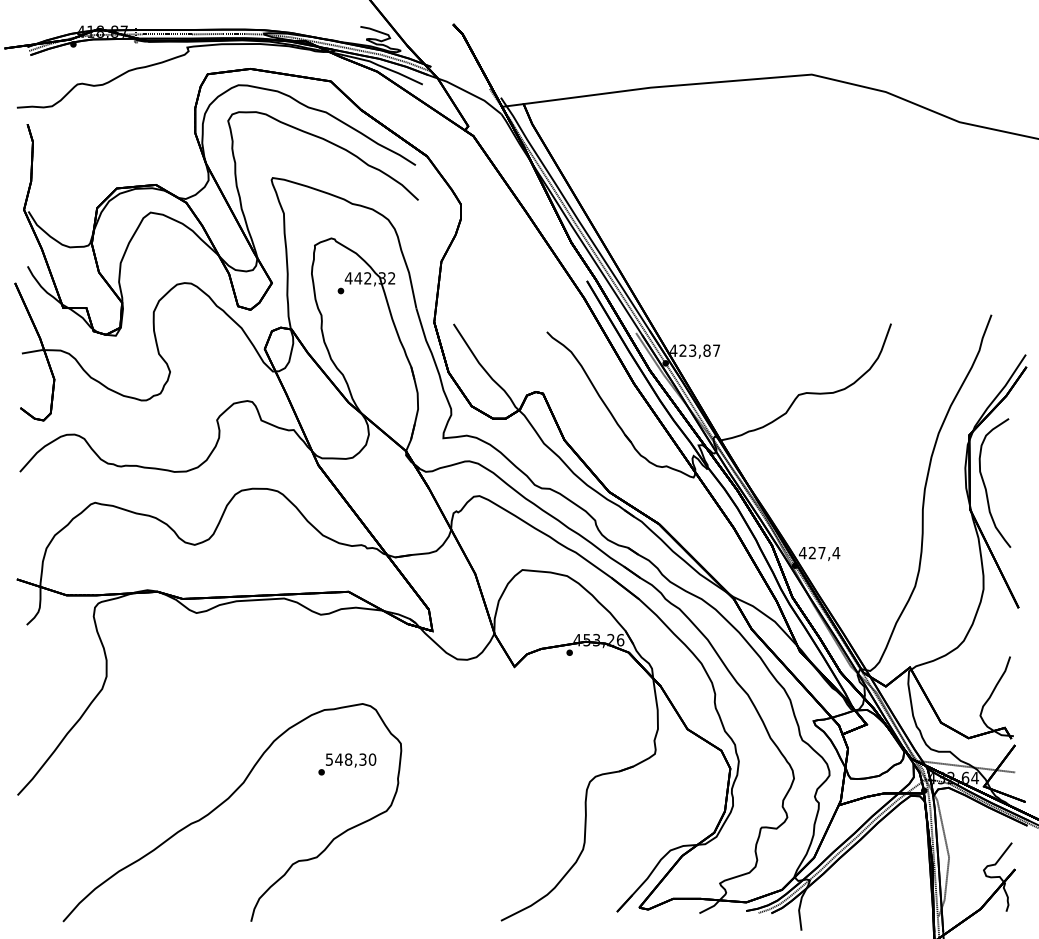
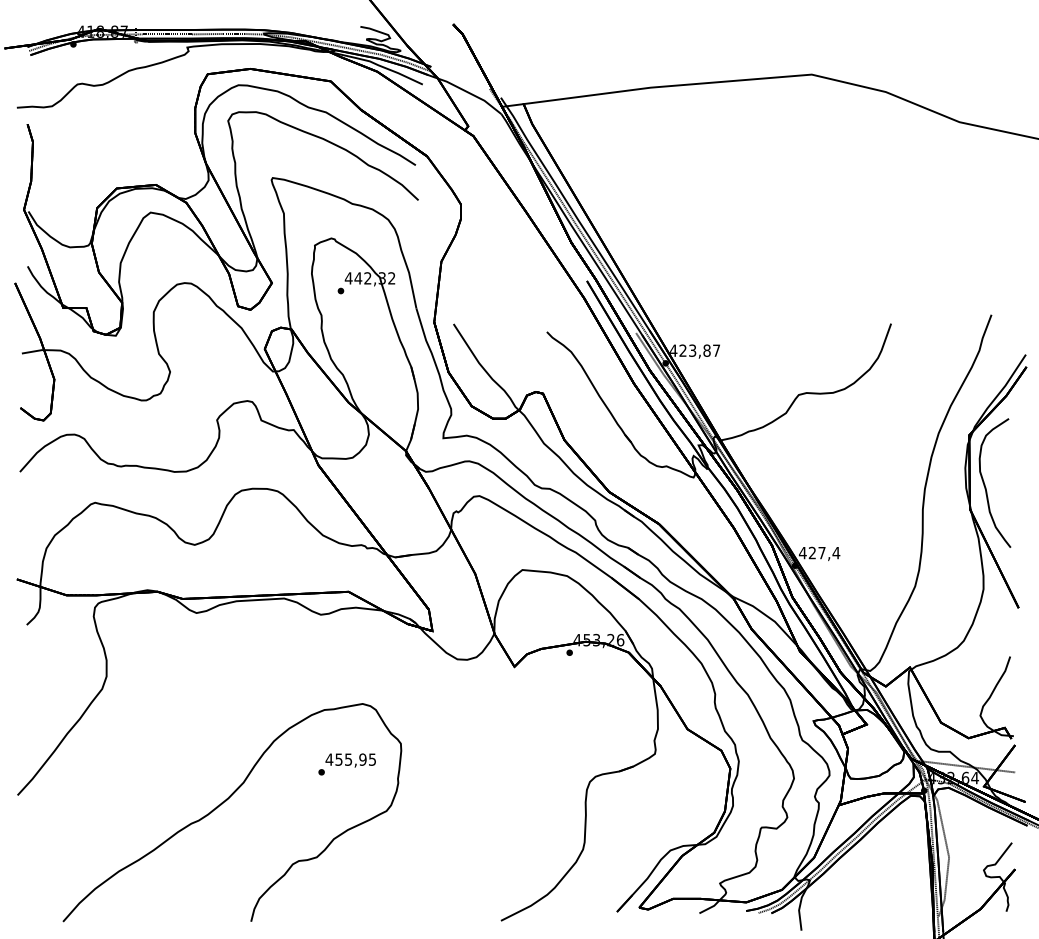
text at (350, 759): 548,30 -> 455,95
